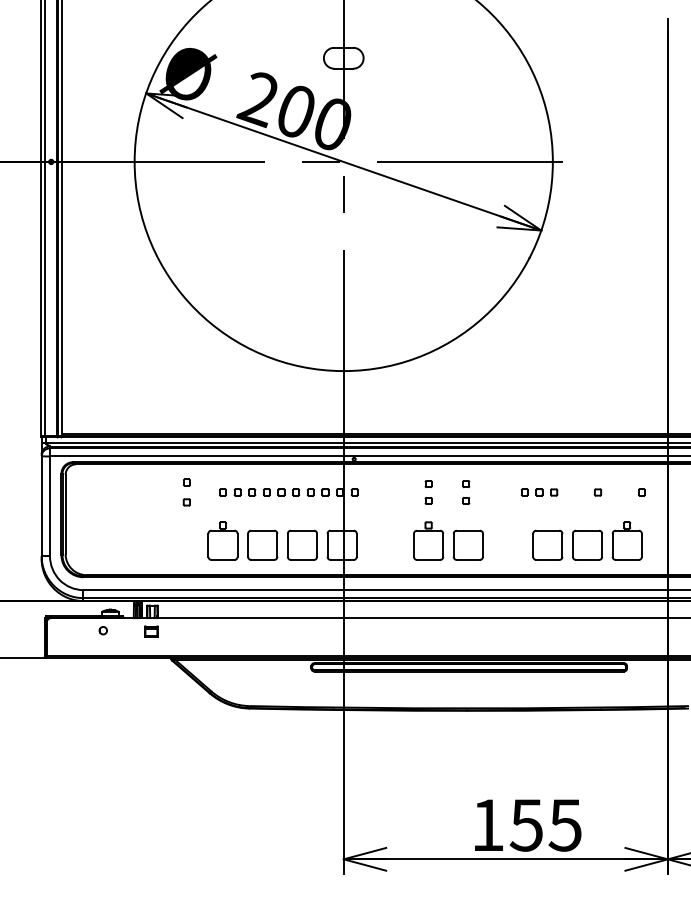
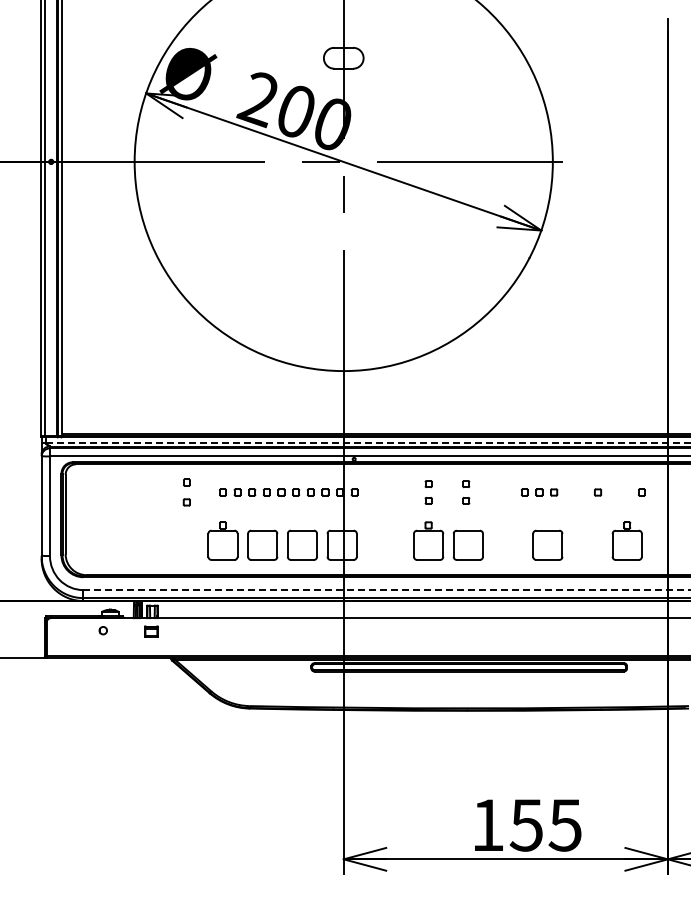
line at (368, 442): solid -> dashed
part at (587, 544): present -> none
line at (387, 590): solid -> dashed
